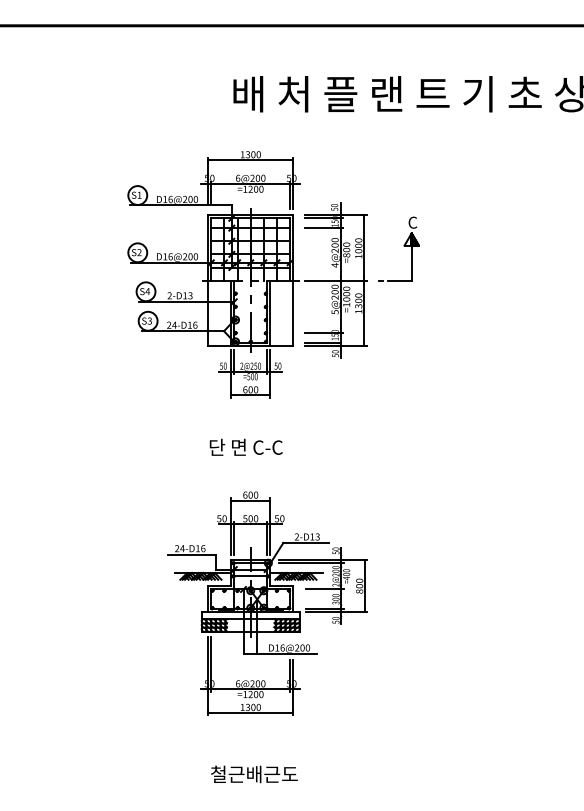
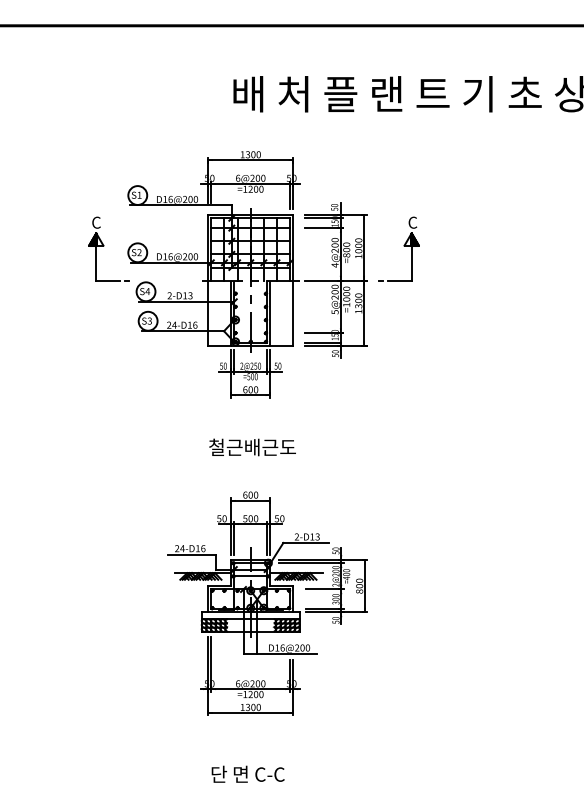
part at (108, 248): none -> present
text at (252, 447): 단 면 C-C -> 철근배근도
text at (254, 774): 철근배근도 -> 단 면 C-C
